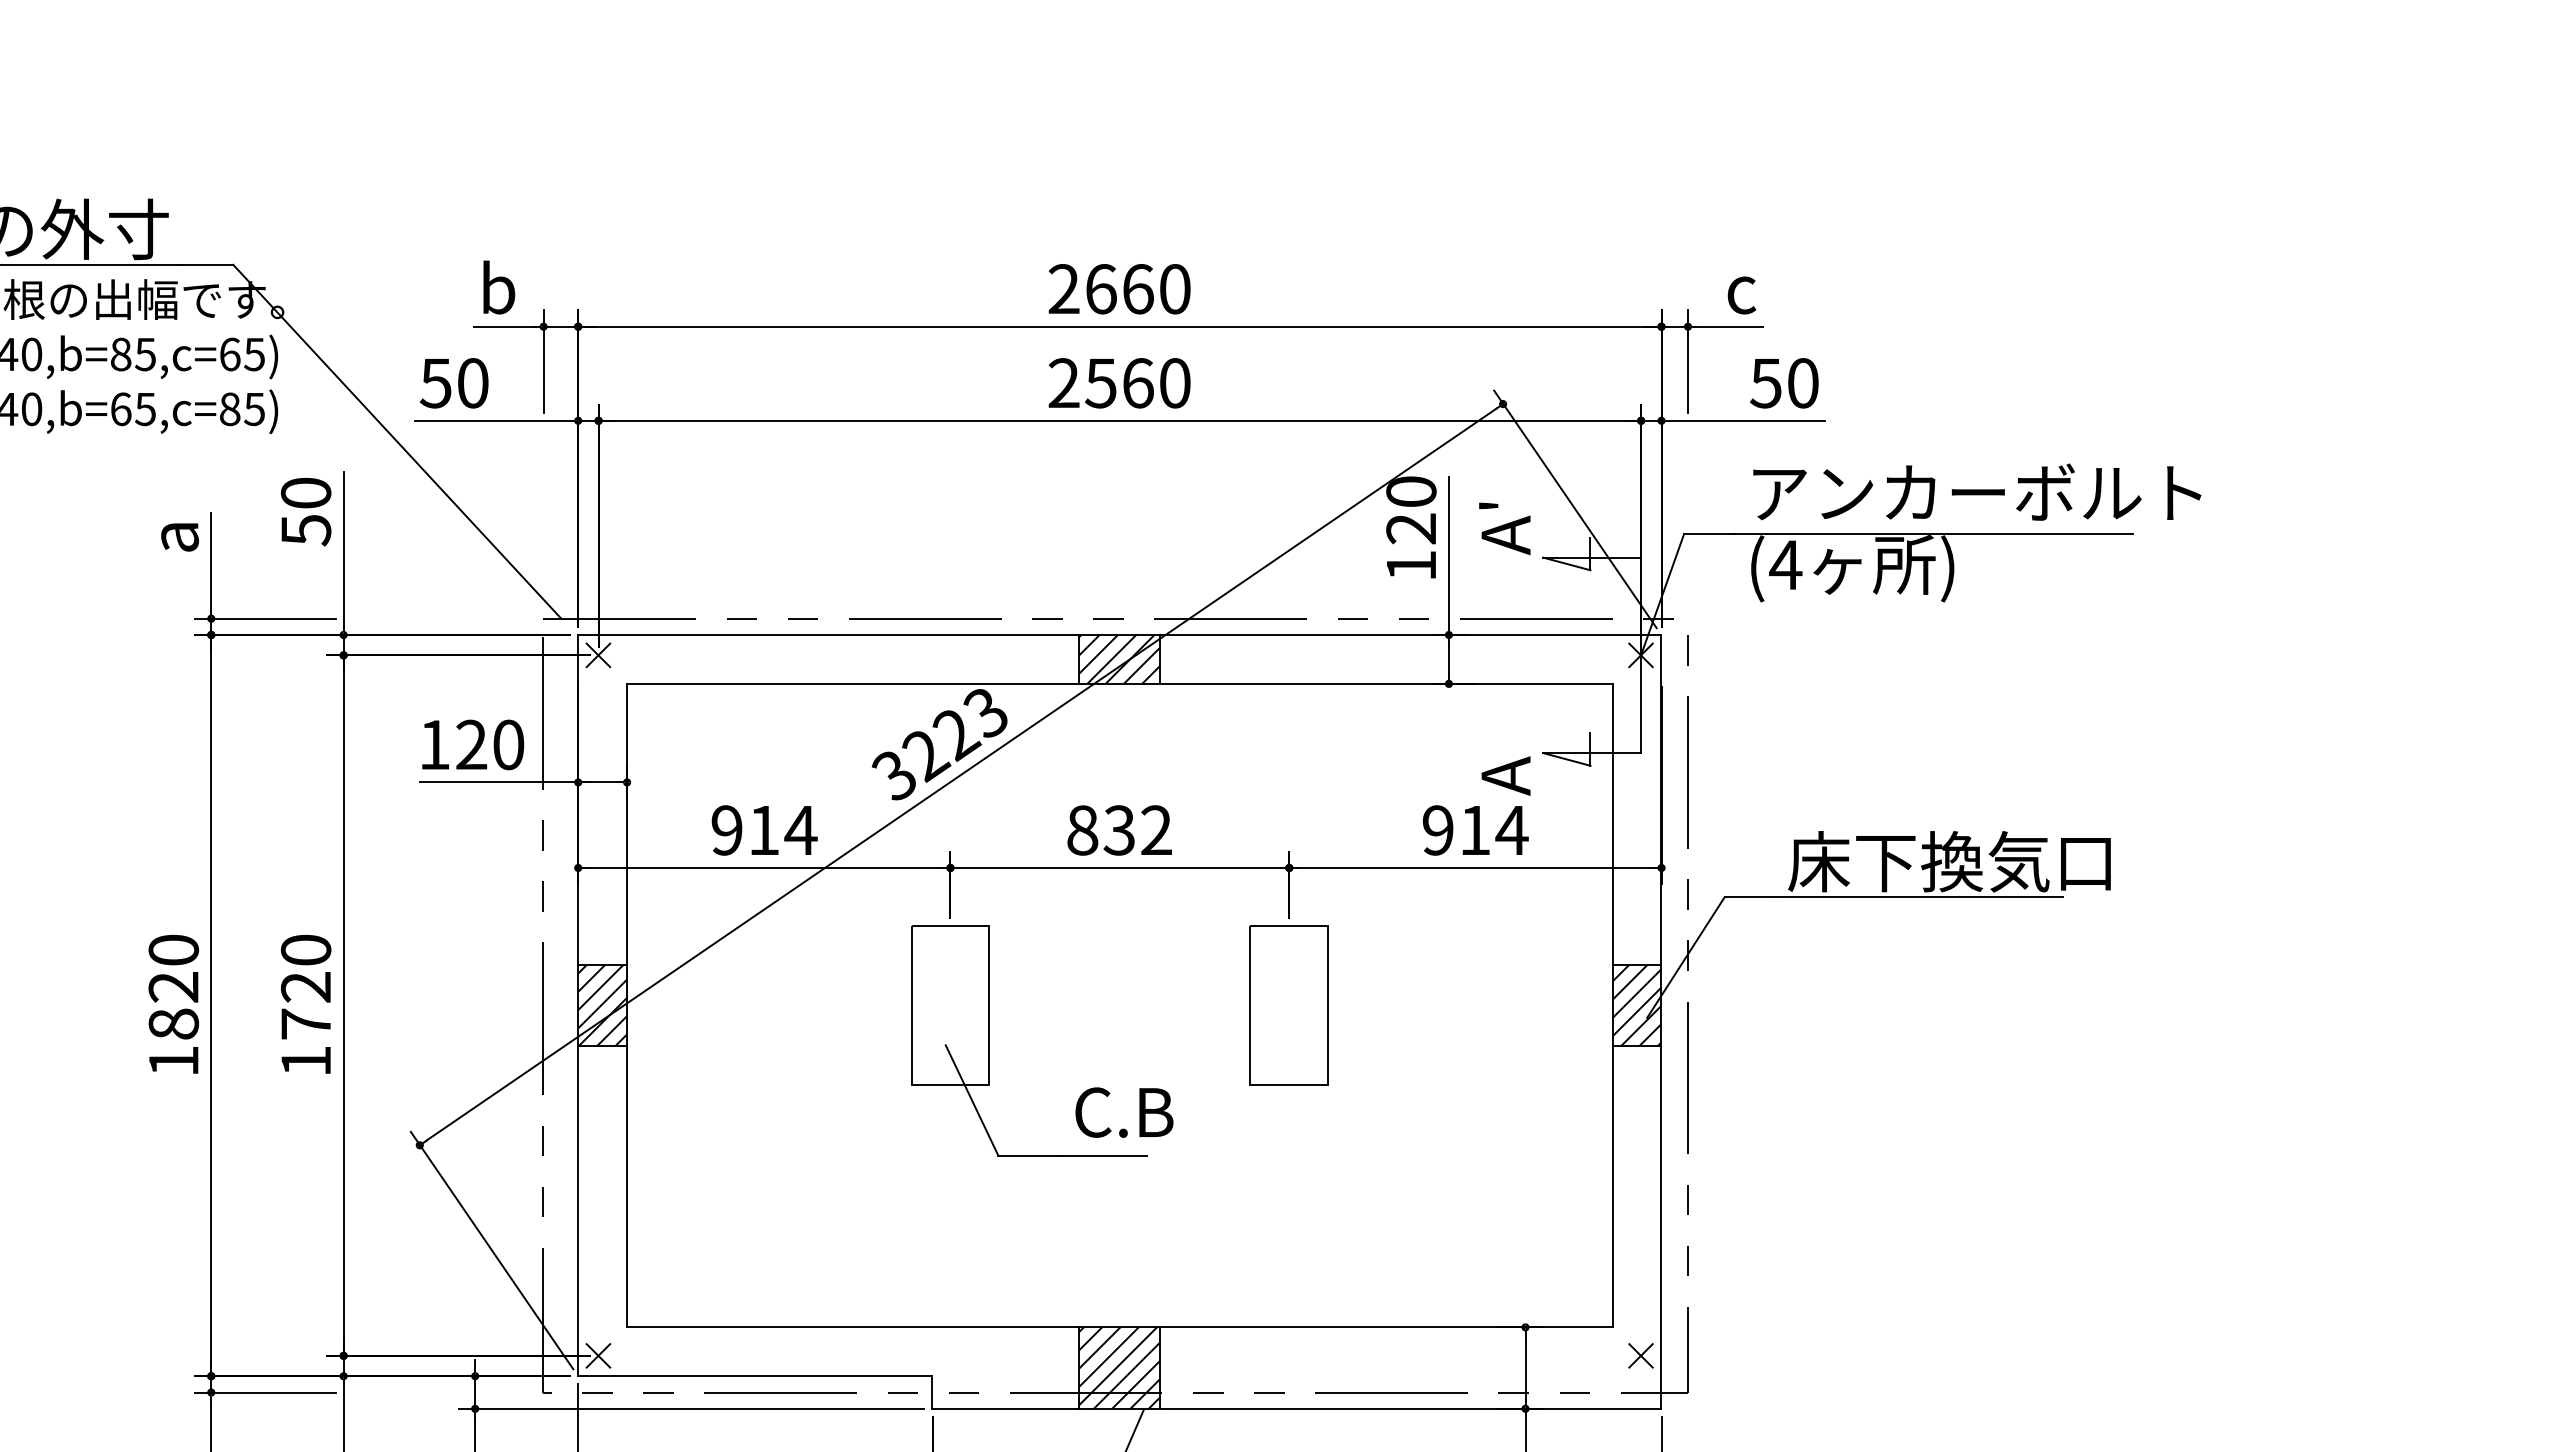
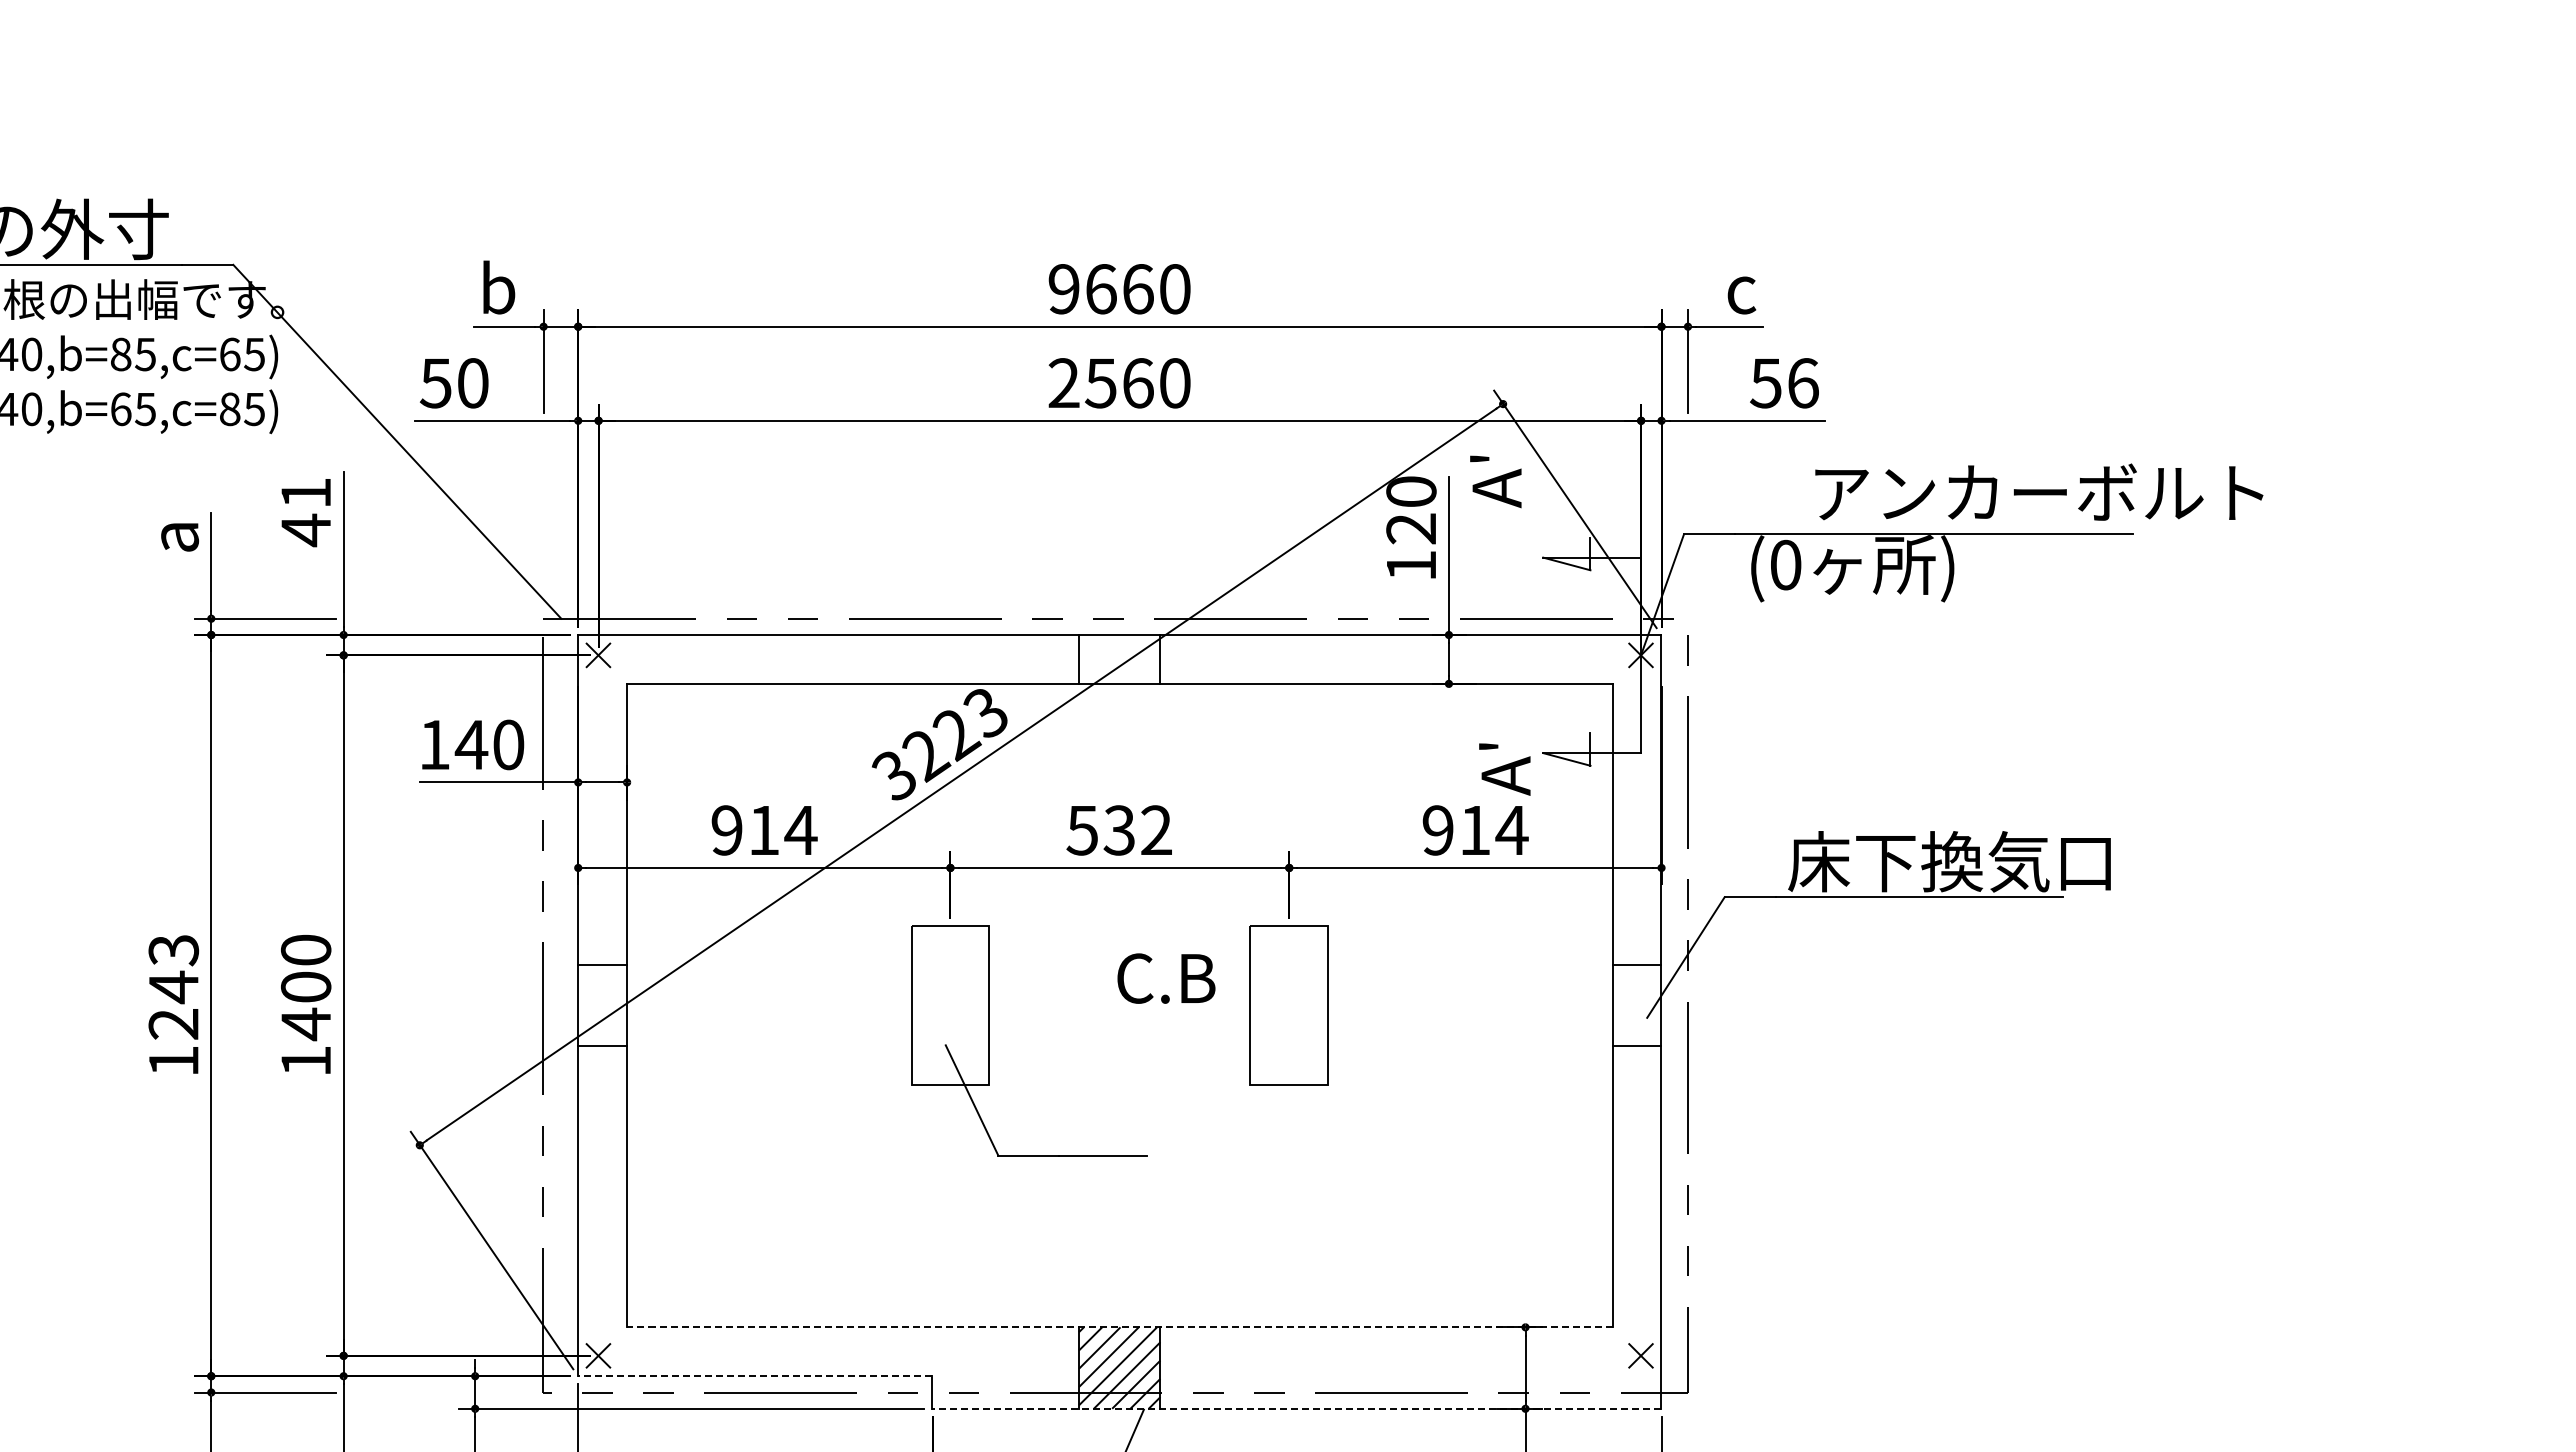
text at (1063, 289): 2660 -> 9660
text at (1803, 383): 50 -> 56
text at (1977, 491) position: (1977, 491) -> (2039, 491)
text at (306, 512): 50 -> 41
text at (1504, 528) position: (1504, 528) -> (1495, 481)
text at (1785, 564): (4 -> (0
hatch at (1119, 659): present -> none
text at (471, 744): 120 -> 140
text at (1488, 746): A -> A'
text at (1082, 830): 832 -> 532
text at (173, 986): 1820 -> 1243
hatch at (602, 1005): present -> none
hatch at (1636, 1005): present -> none
text at (306, 1006): 1720 -> 1400
text at (1124, 1112) position: (1124, 1112) -> (1166, 978)
line at (1119, 1327): solid -> dashed
line at (754, 1376): solid -> dashed
line at (1296, 1408): solid -> dashed
